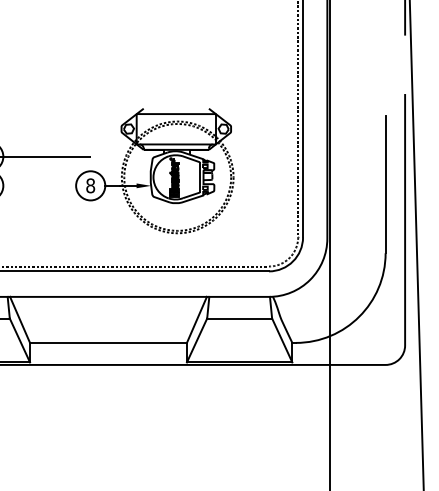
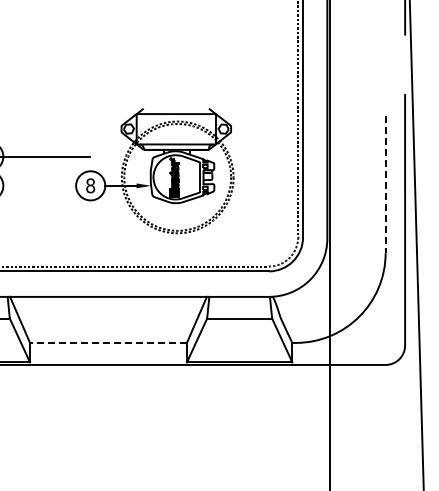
line at (385, 184): solid -> dashed
line at (108, 342): solid -> dashed
